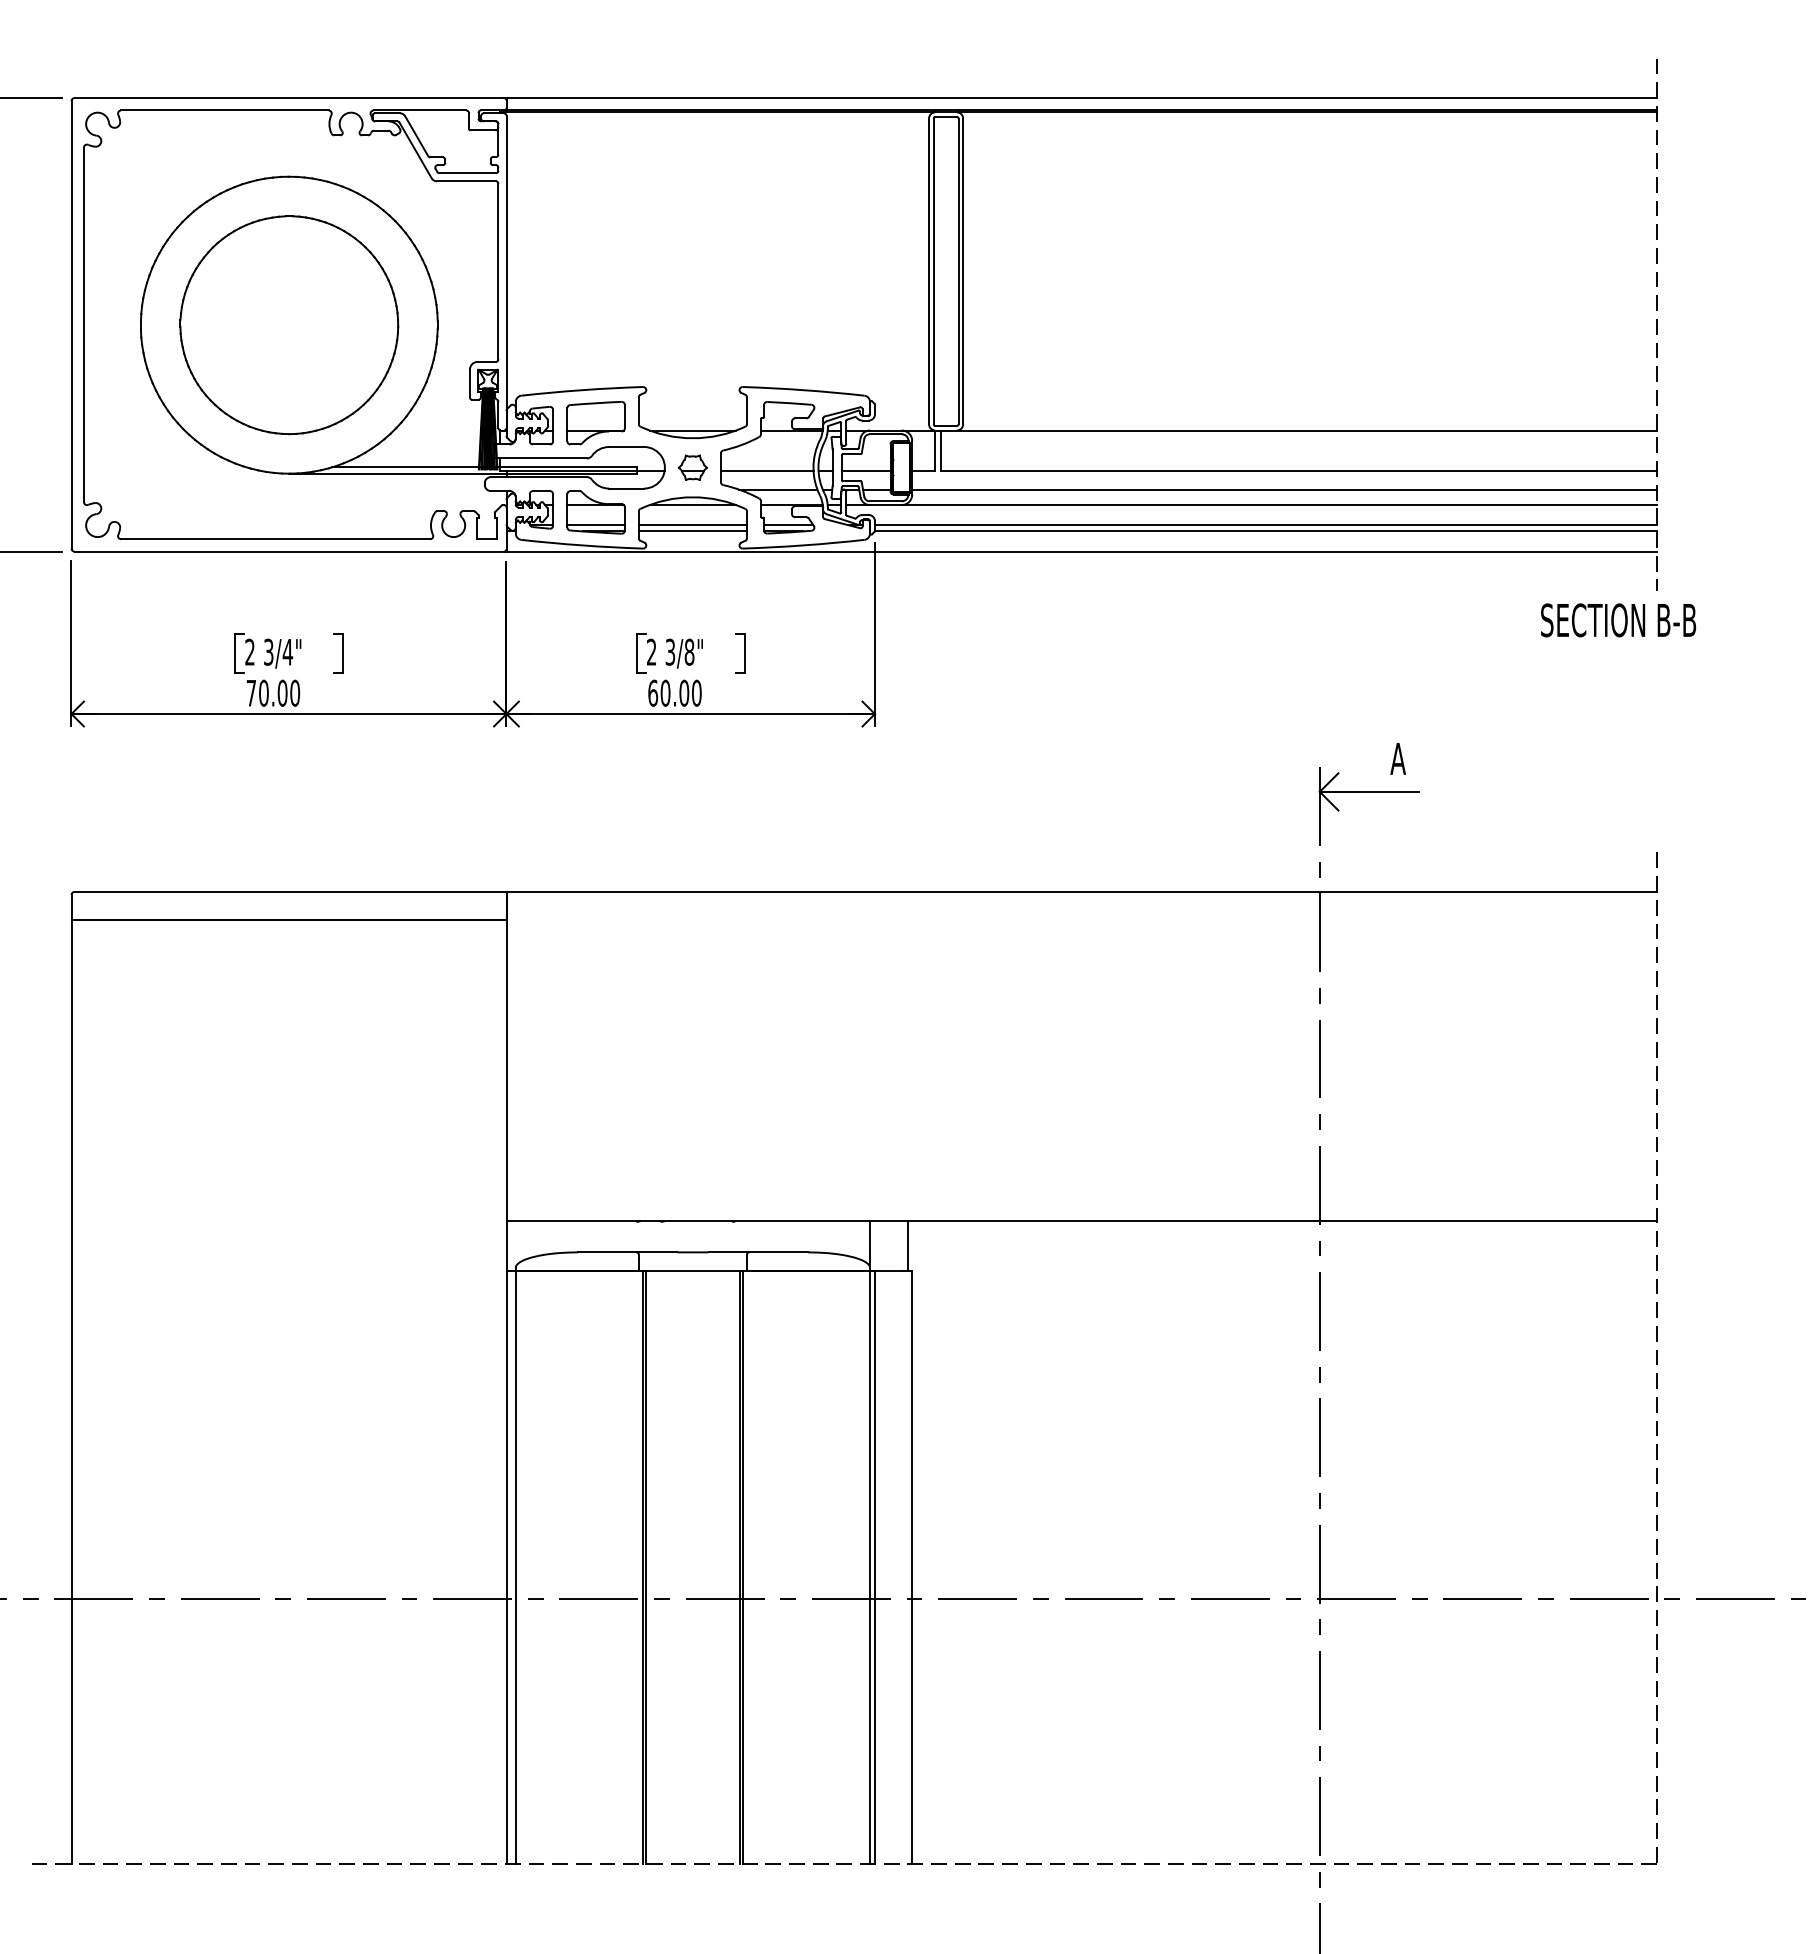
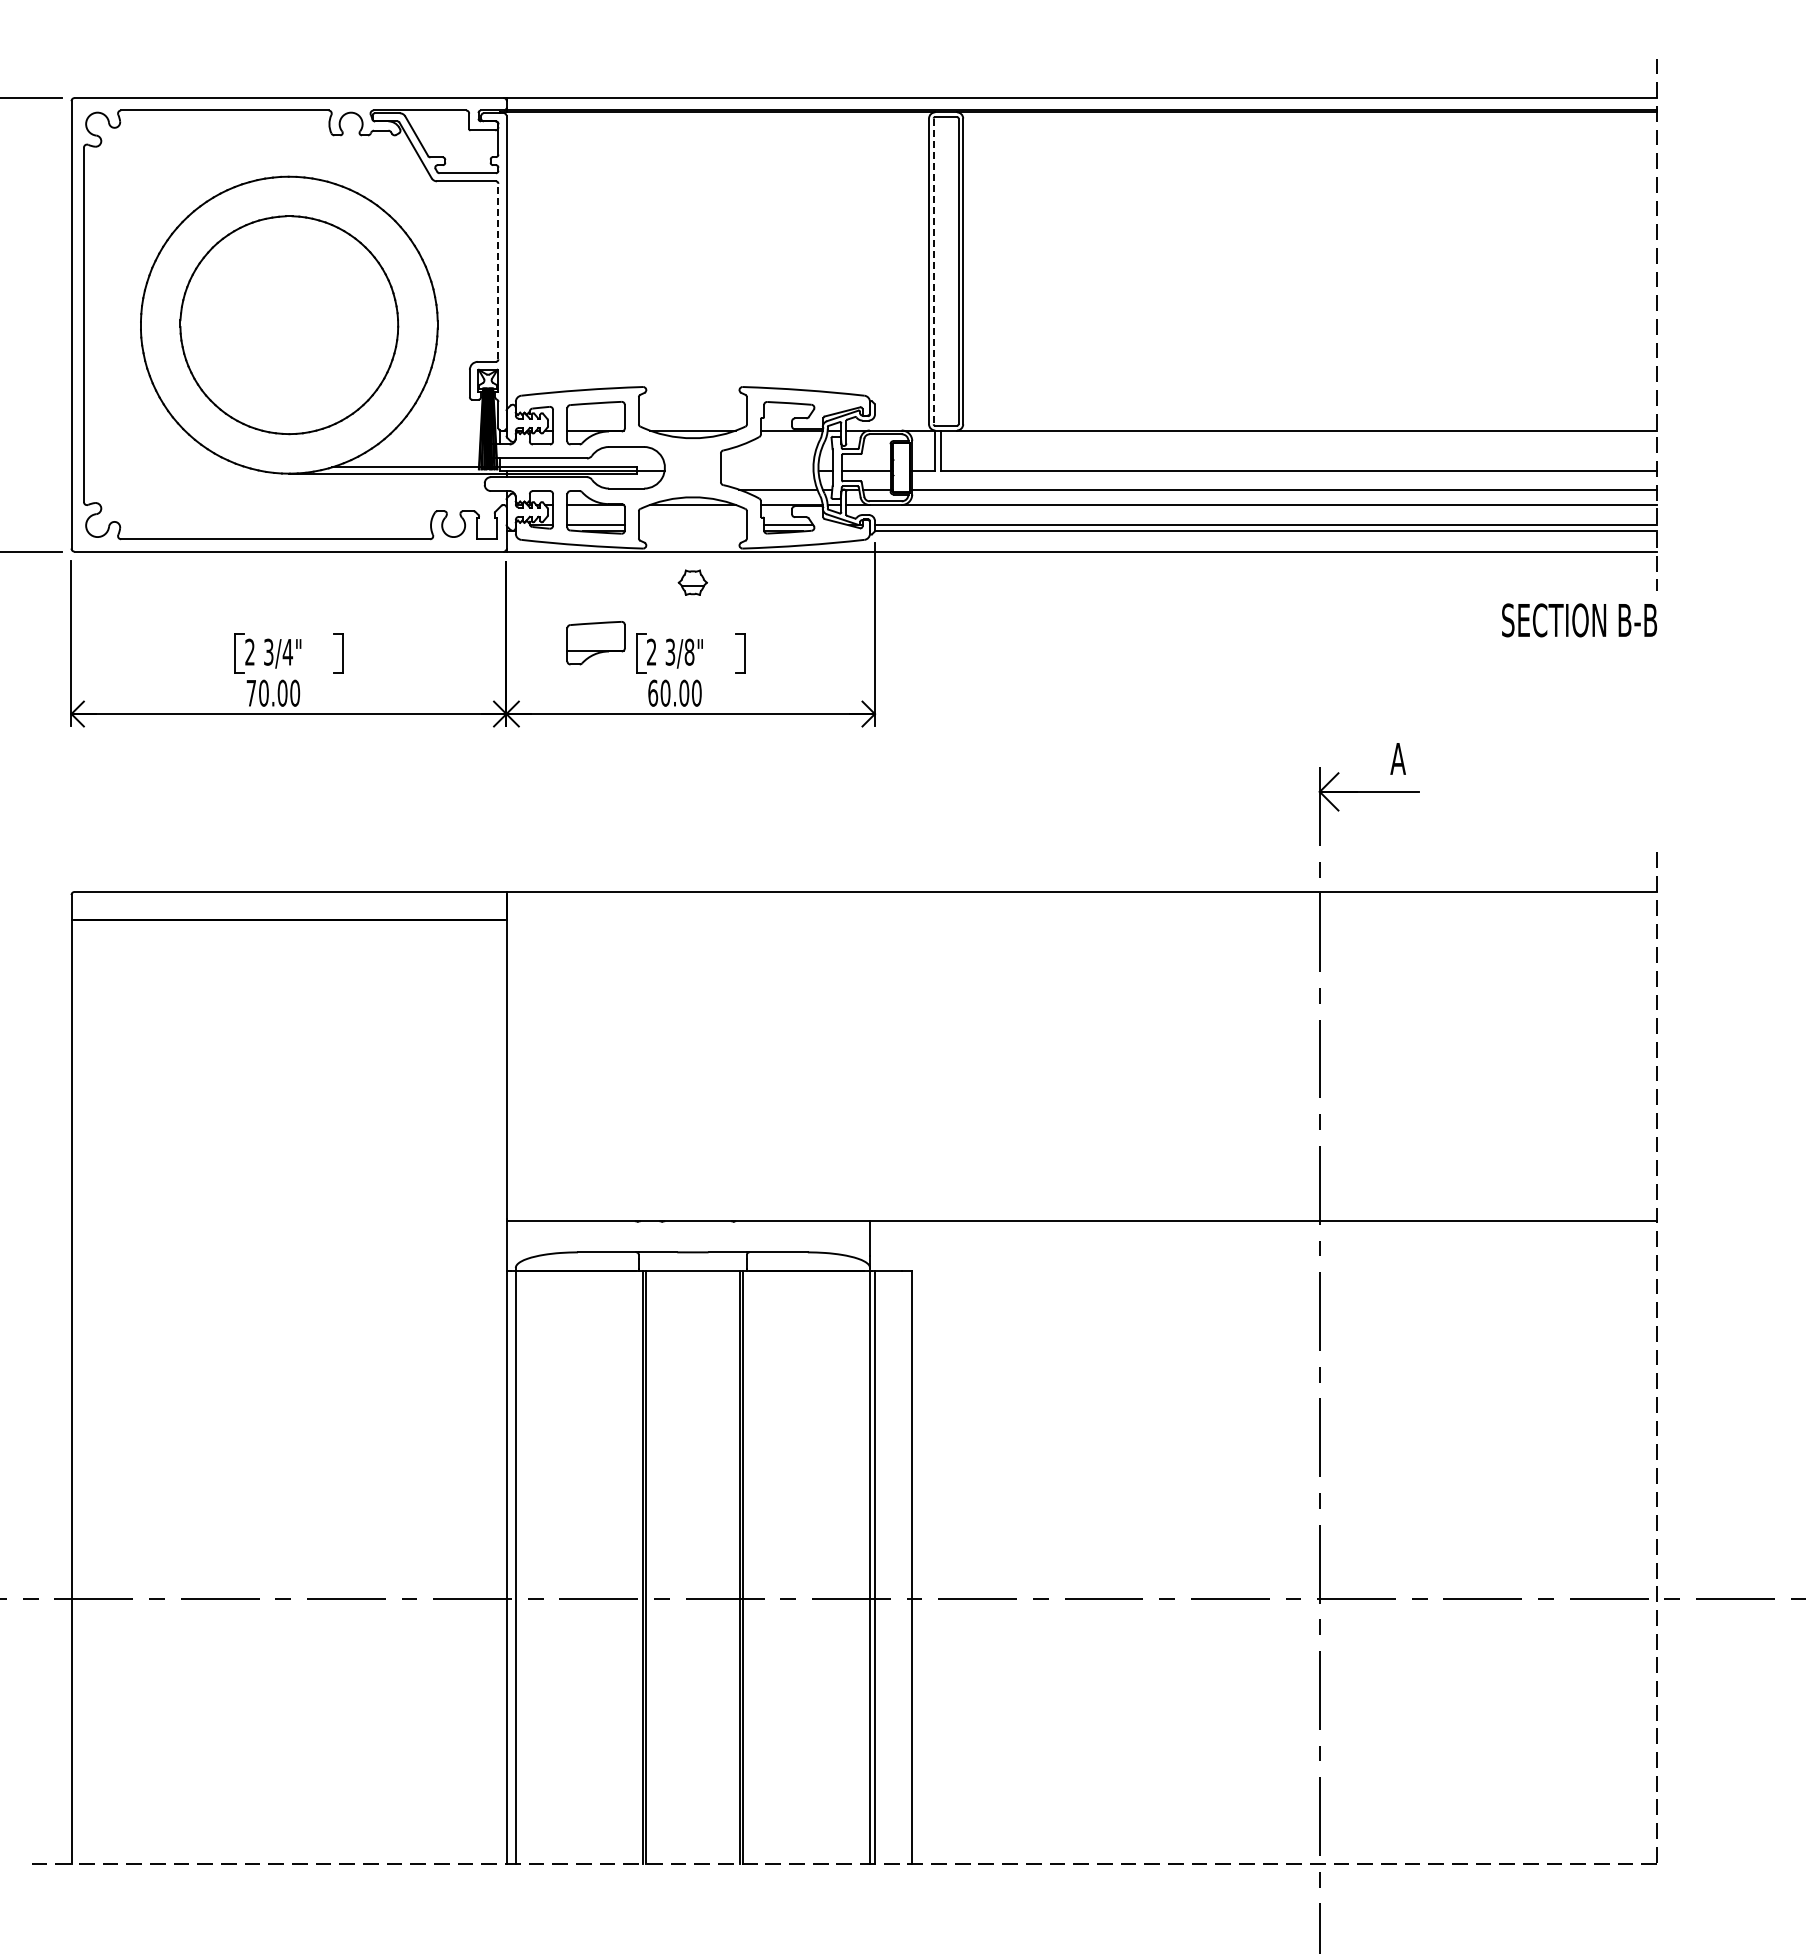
line at (498, 271): solid -> dashed
line at (933, 271): solid -> dashed
part at (692, 467) position: (692, 467) -> (692, 582)
line at (766, 470): present -> none
line at (692, 525): present -> none
line at (692, 531): present -> none
text at (1618, 620) position: (1618, 620) -> (1579, 620)
part at (595, 643): none -> present
line at (908, 1246): present -> none
